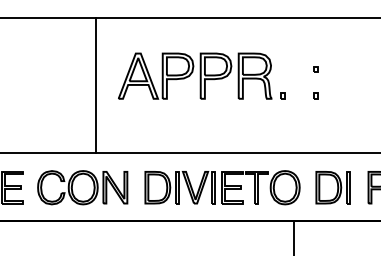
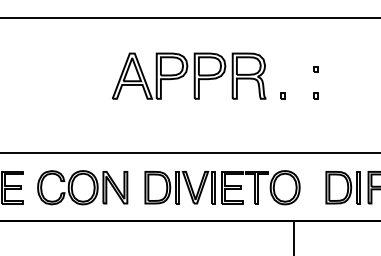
part at (195, 75) position: (195, 75) -> (189, 75)
line at (96, 85): present -> none
part at (332, 187) position: (332, 187) -> (342, 187)
